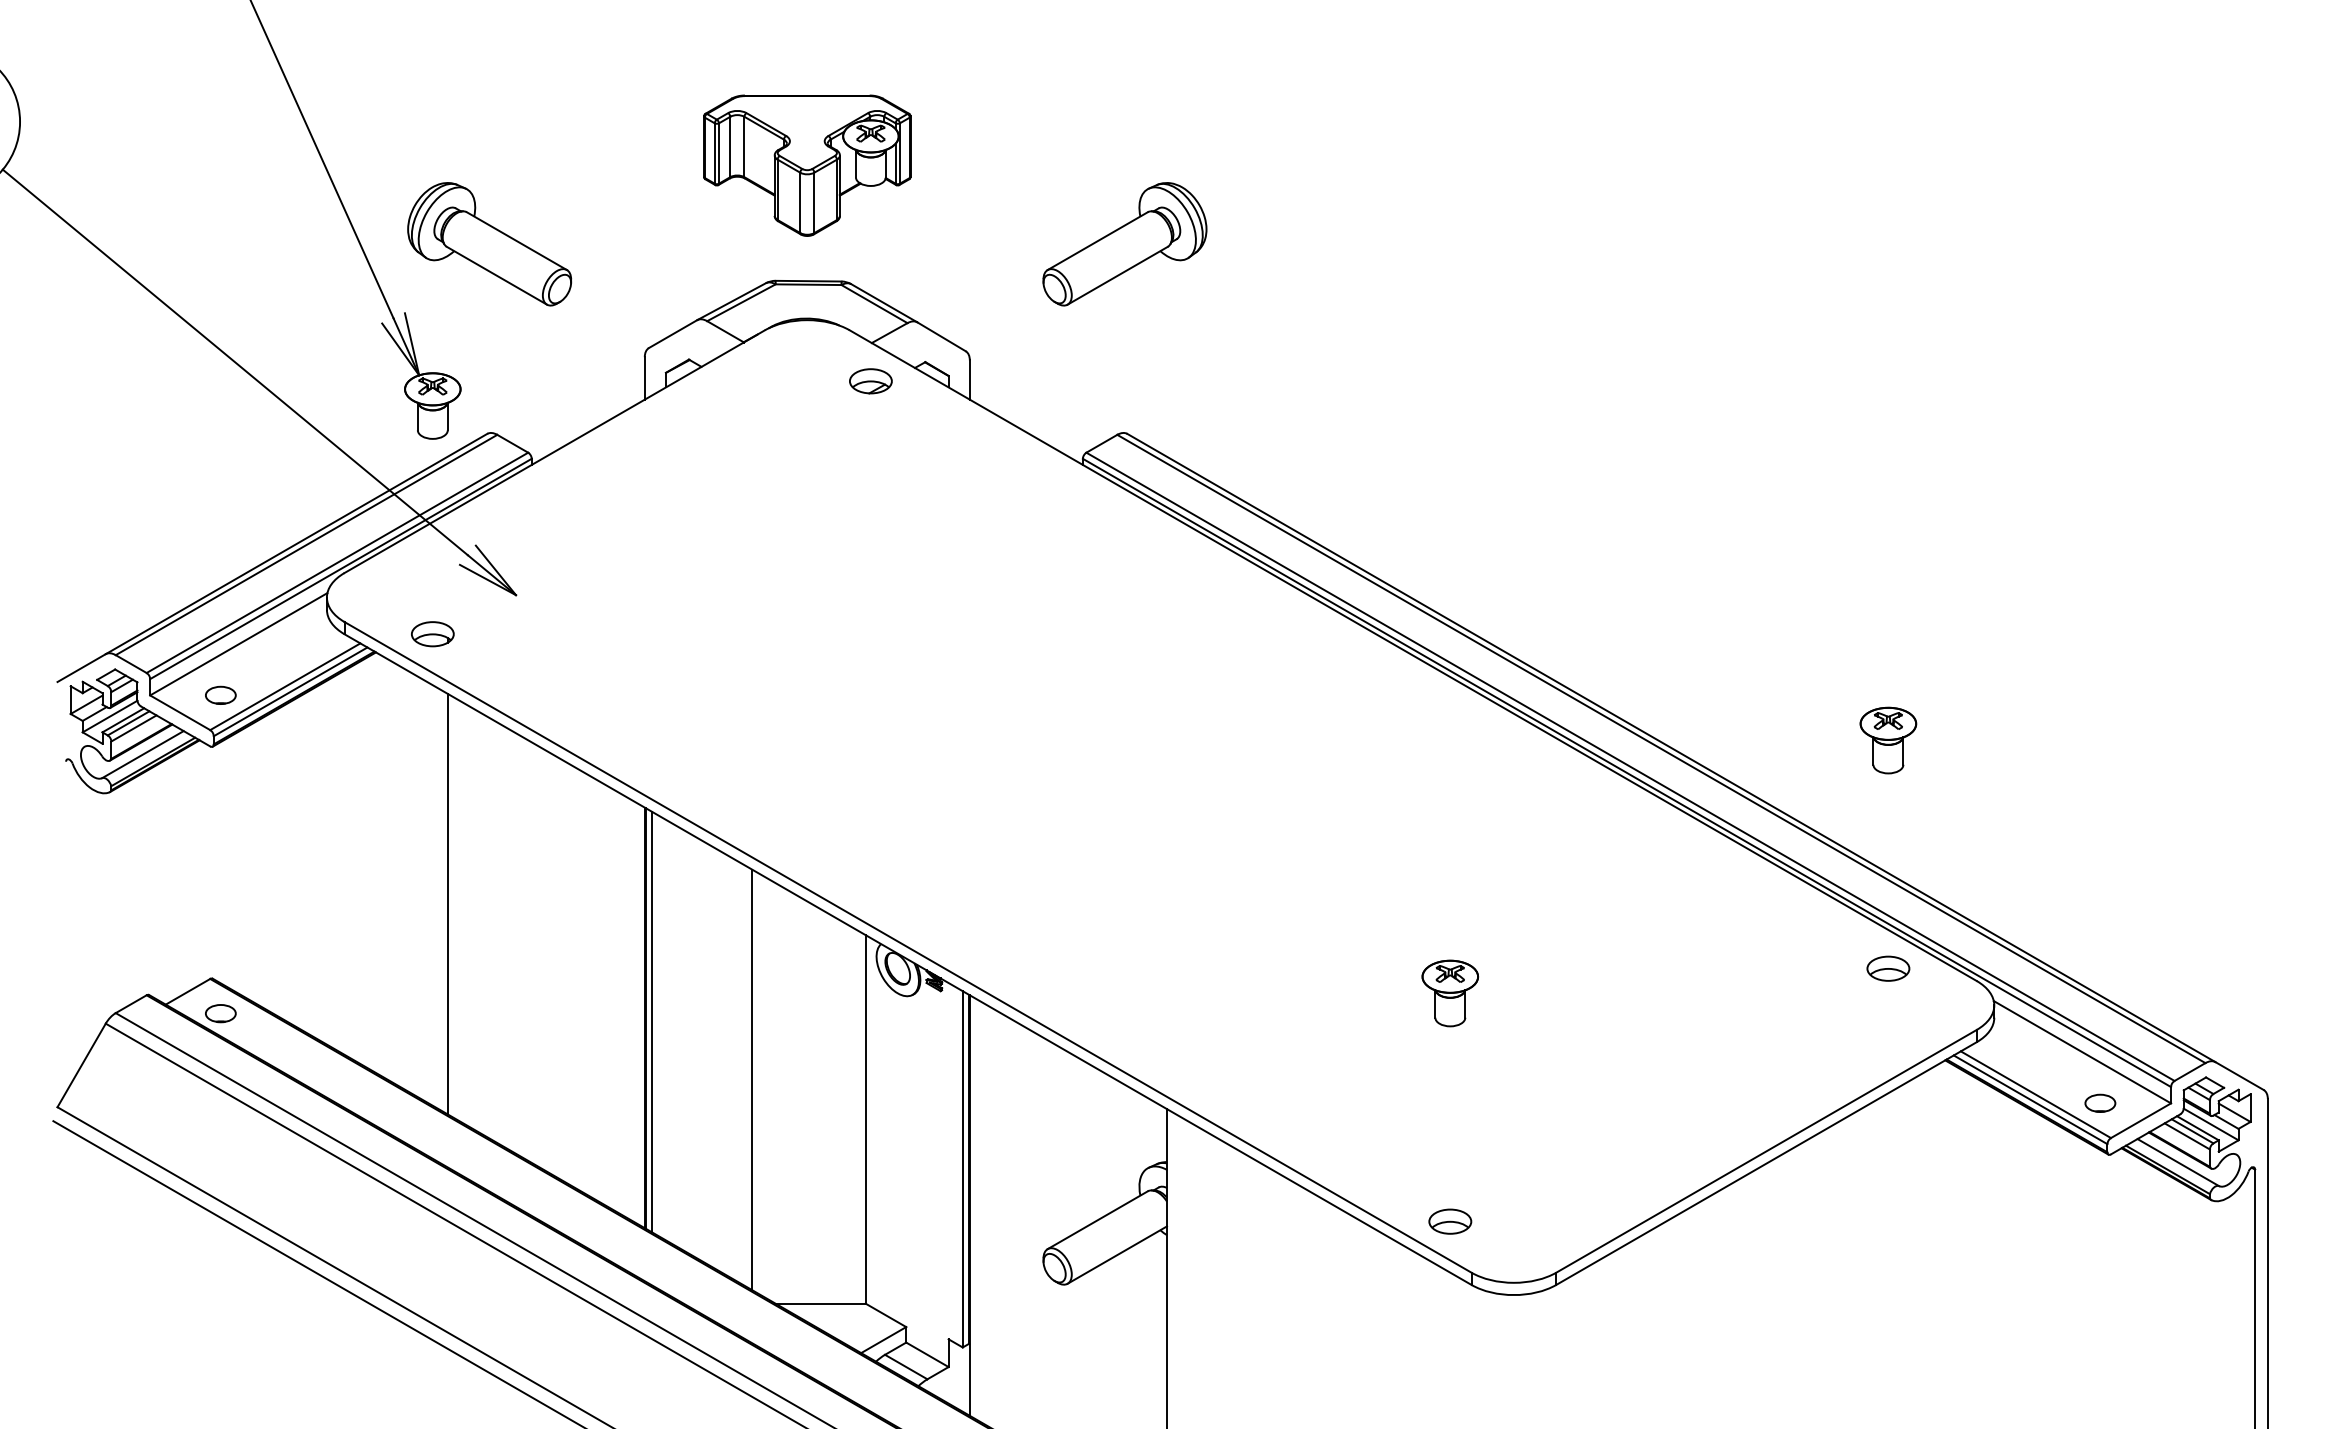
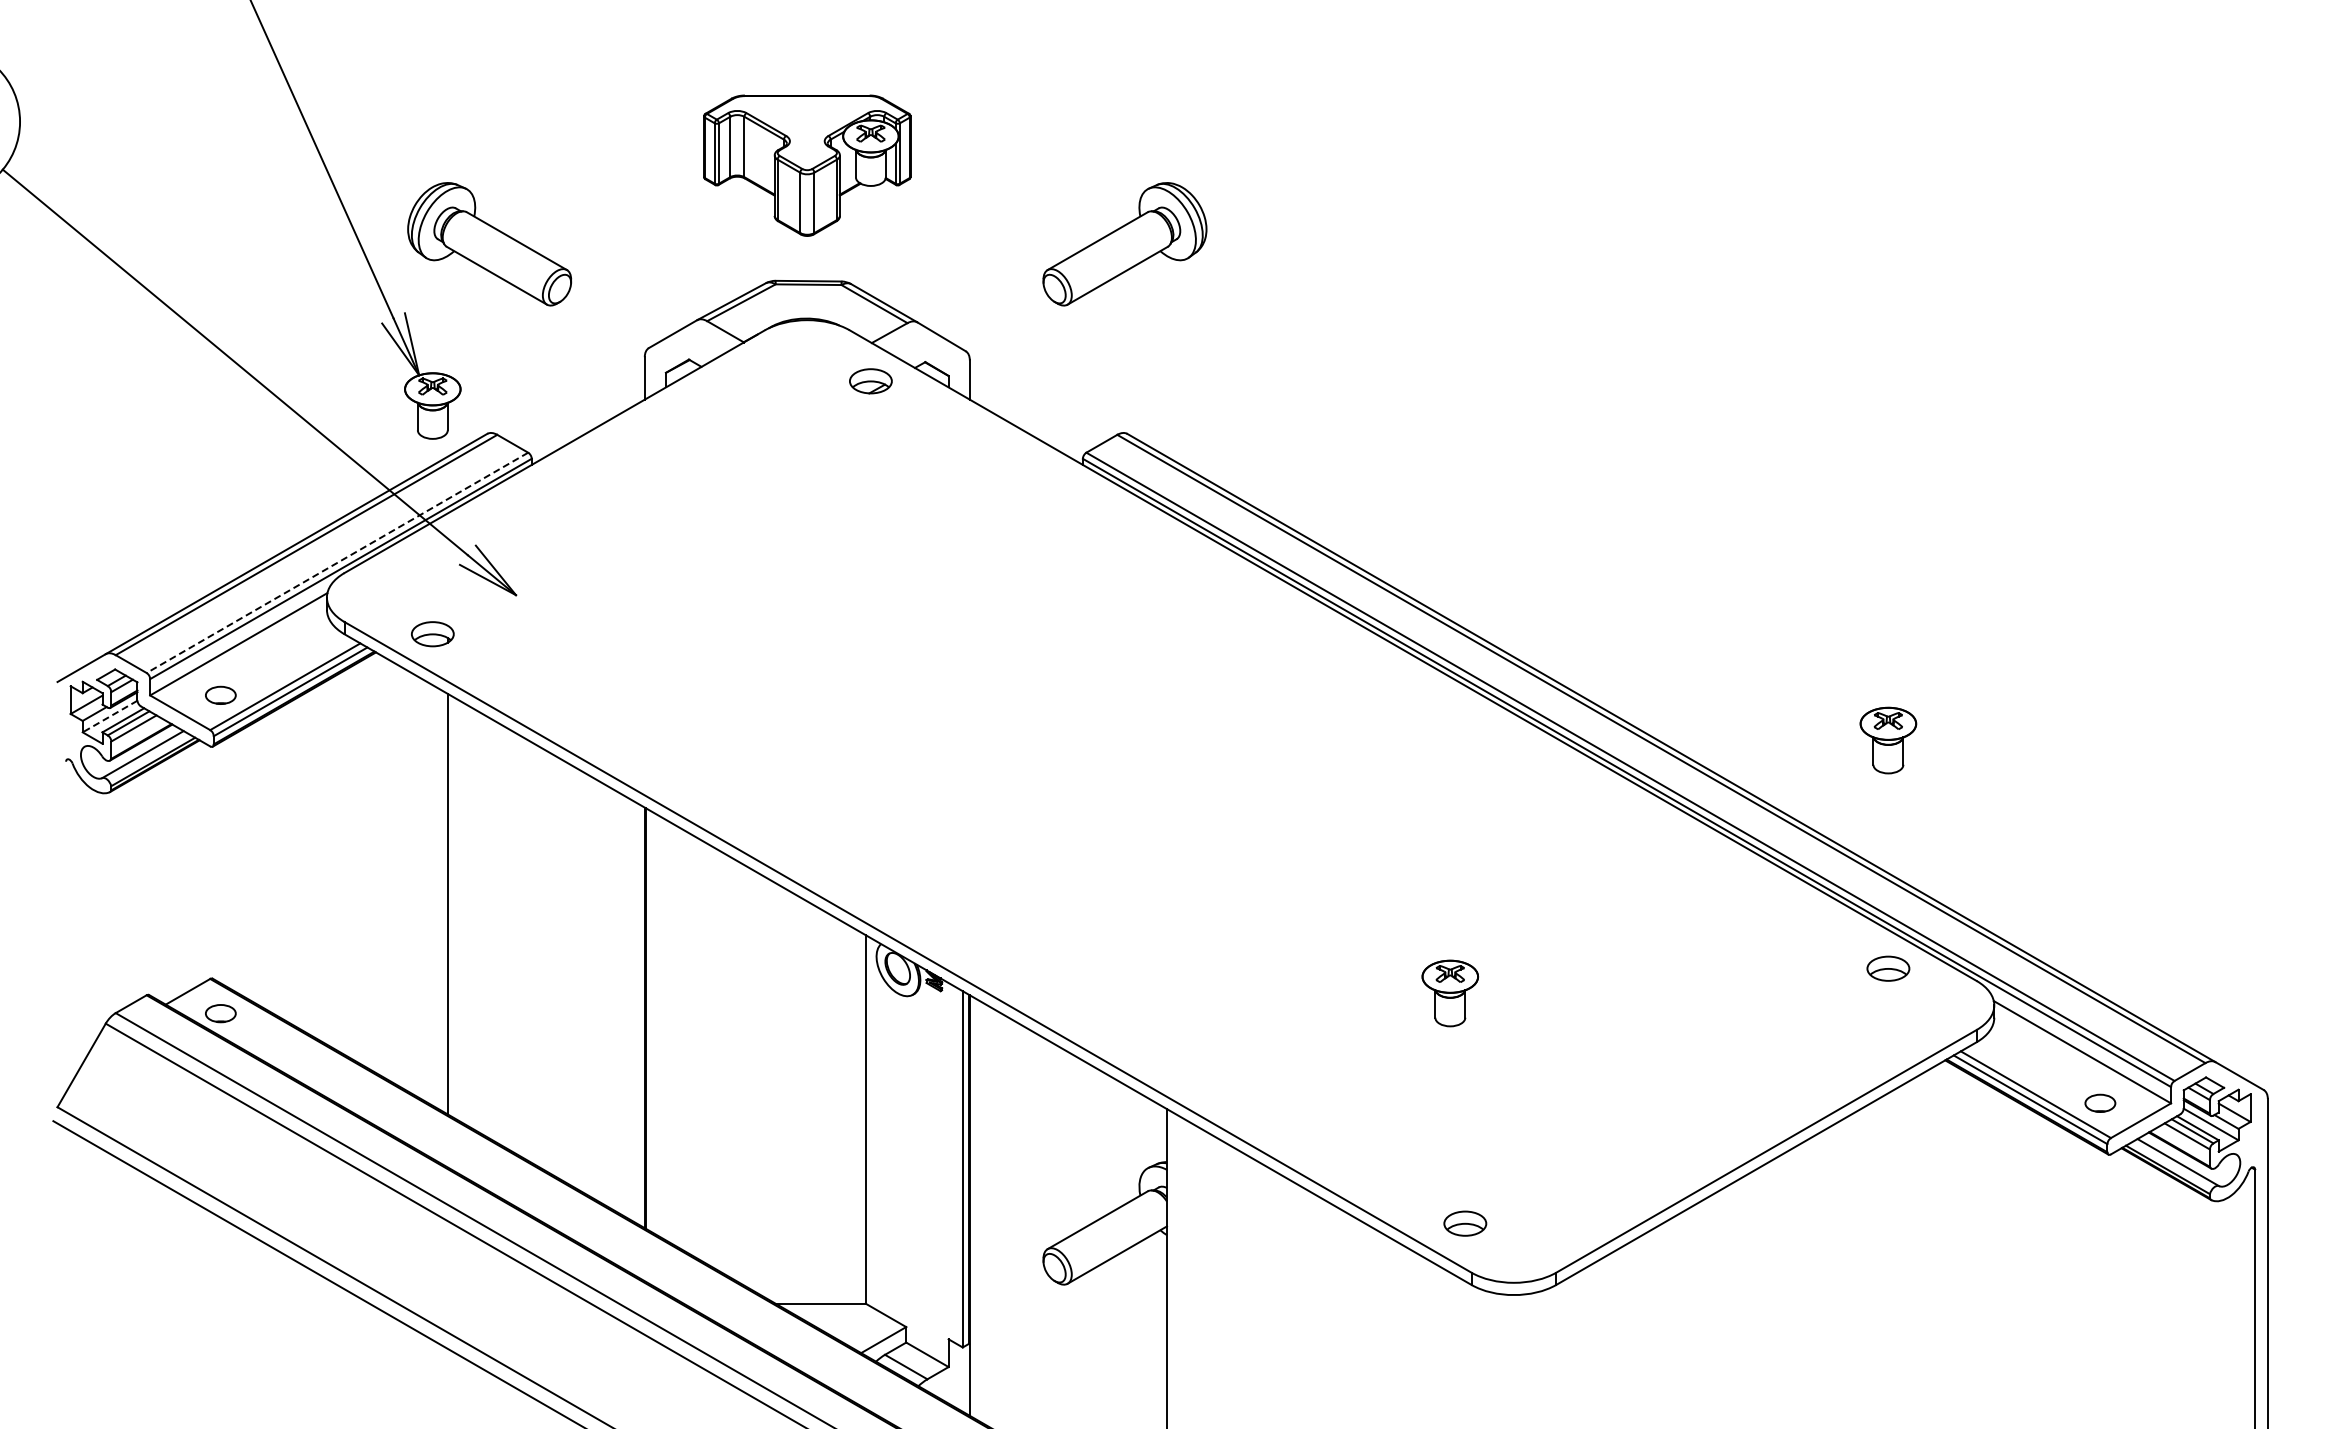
line at (337, 563): solid -> dashed
line at (110, 716): solid -> dashed
line at (651, 1021): present -> none
line at (752, 1079): present -> none
part at (1450, 1221) position: (1450, 1221) -> (1465, 1223)
